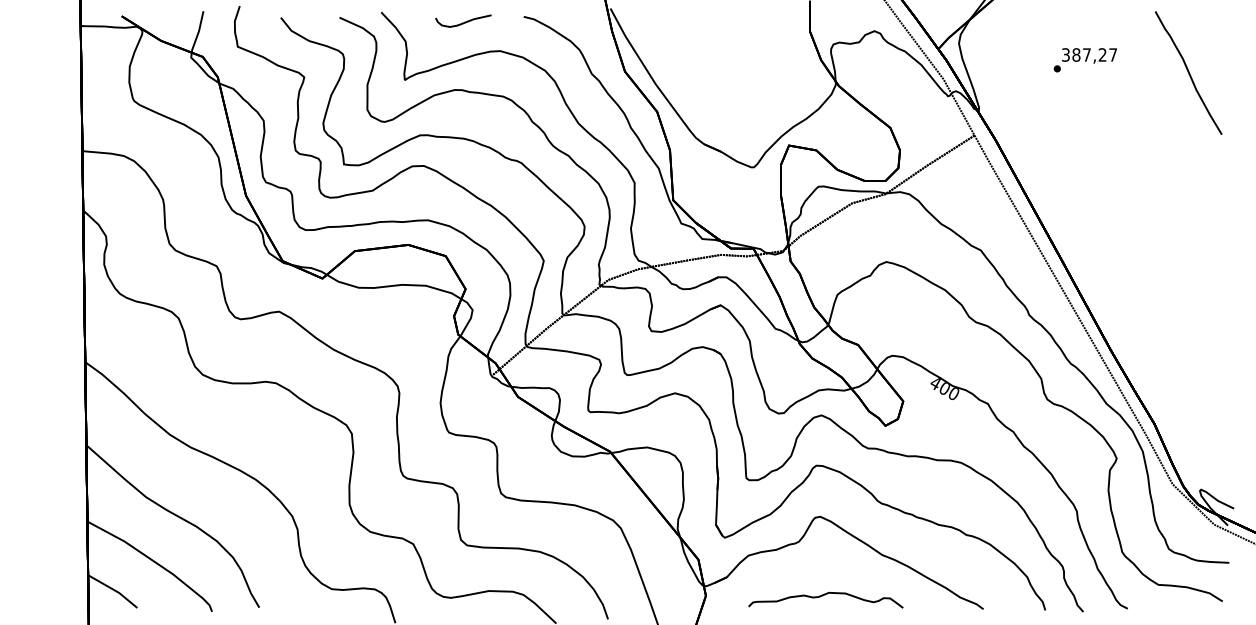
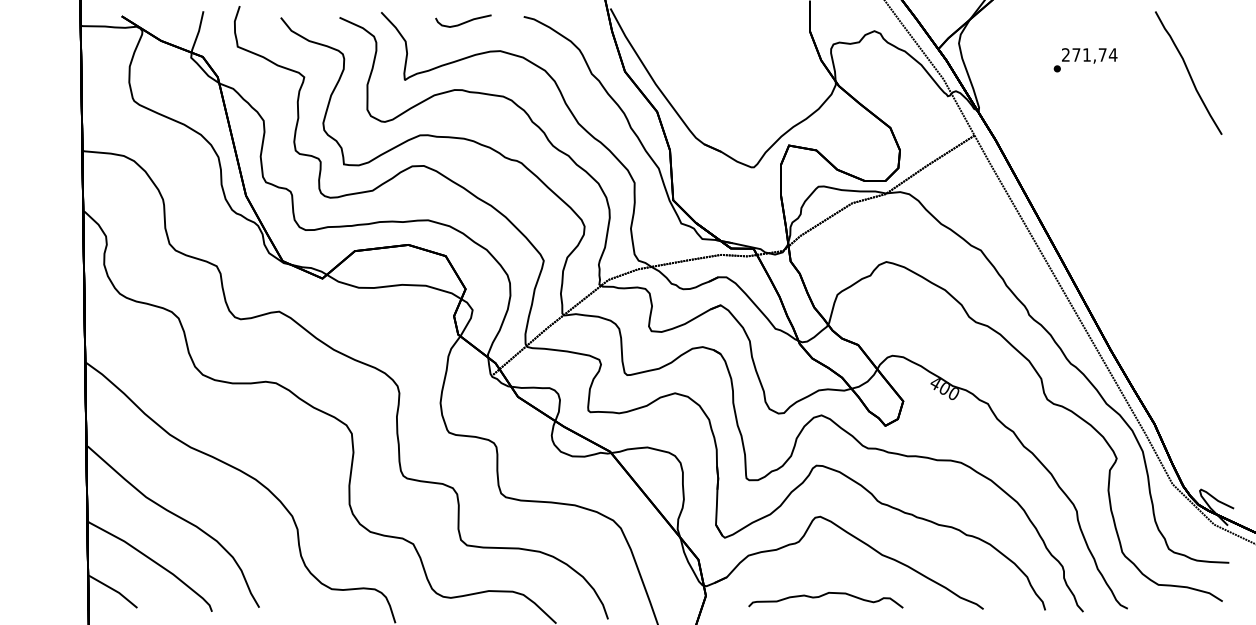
text at (1089, 54): 387,27 -> 271,74
